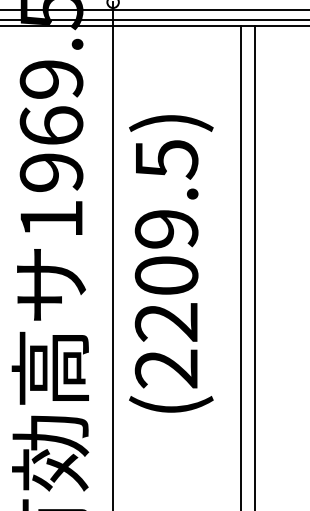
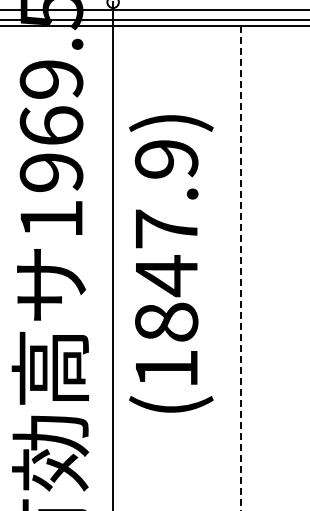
text at (166, 264): (2209.5) -> (1847.9)
line at (255, 266): present -> none
line at (240, 268): solid -> dashed
